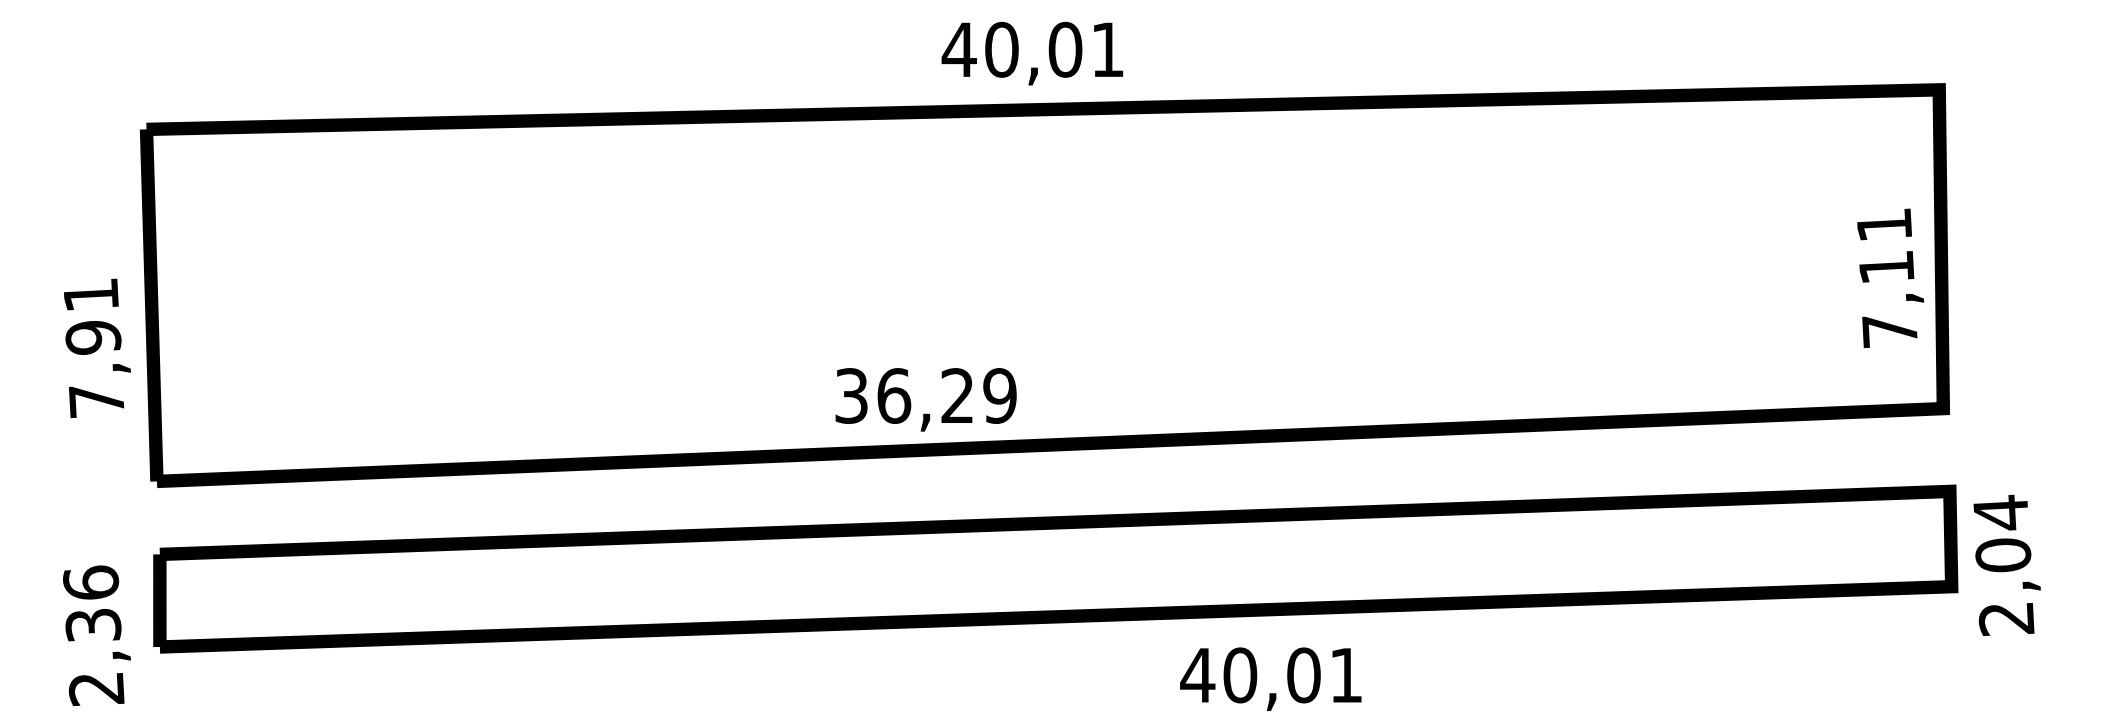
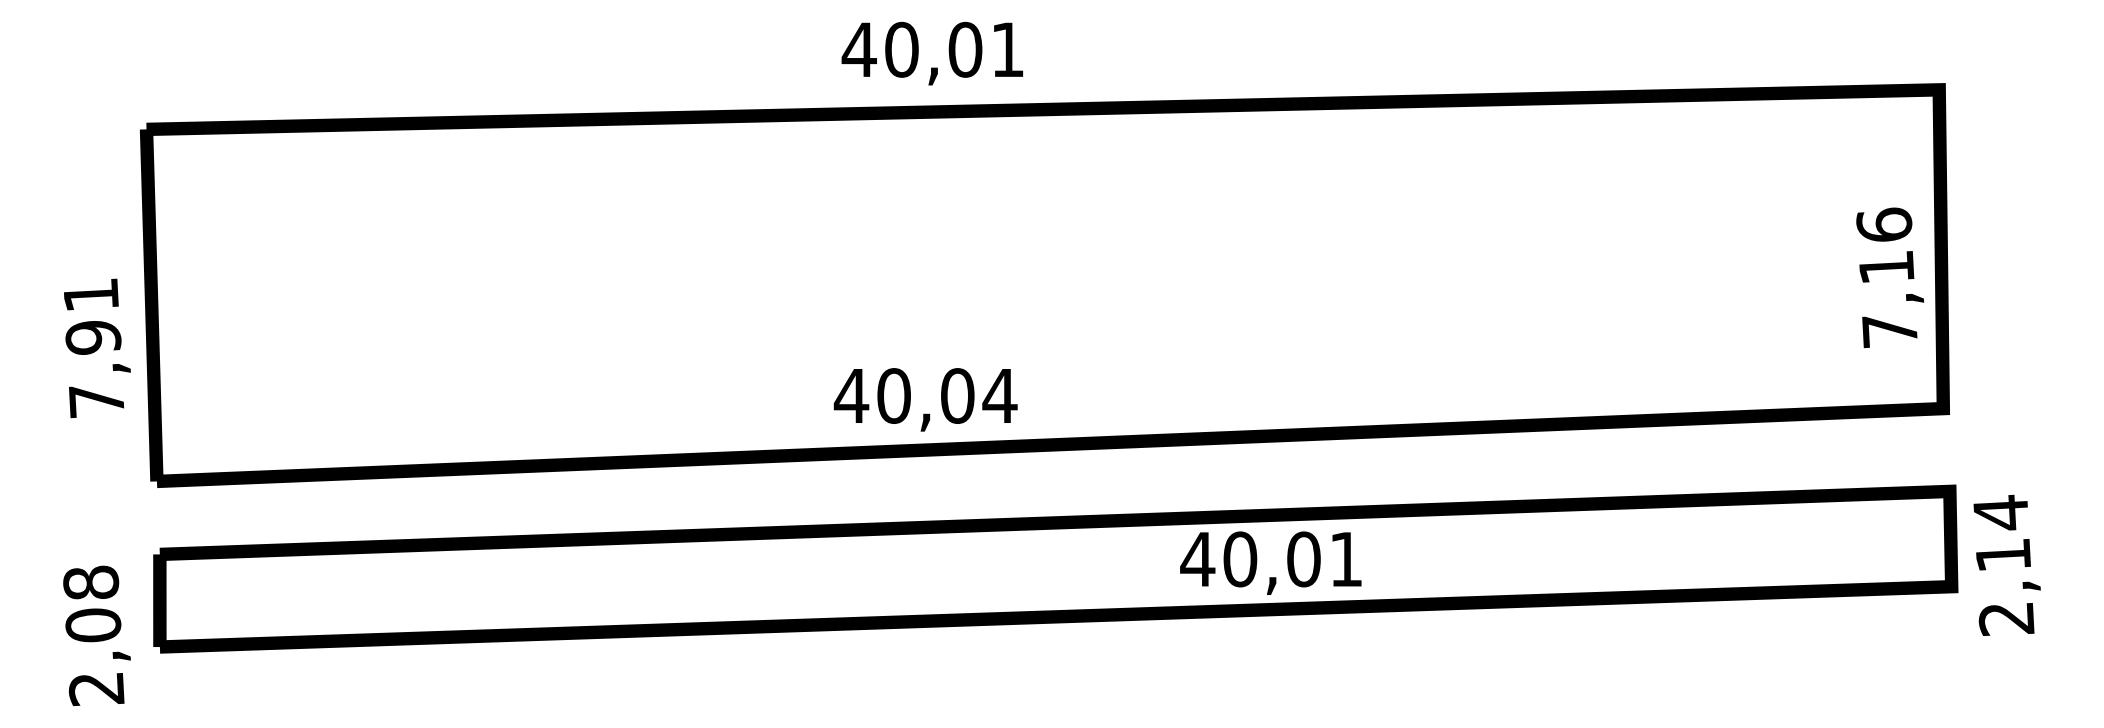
text at (1031, 53) position: (1031, 53) -> (931, 53)
text at (1884, 224): 7,11 -> 7,16
text at (925, 395): 36,29 -> 40,04
text at (2003, 555): 2,04 -> 2,14
text at (92, 603): 2,36 -> 2,08
text at (1270, 678) position: (1270, 678) -> (1270, 562)
